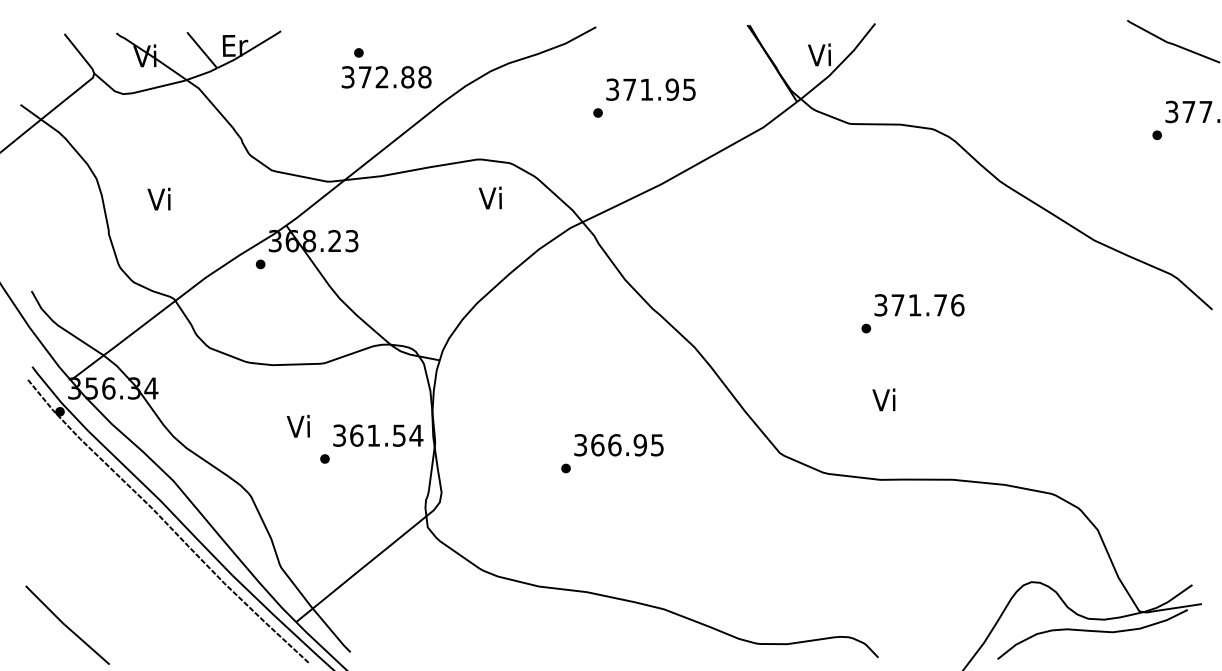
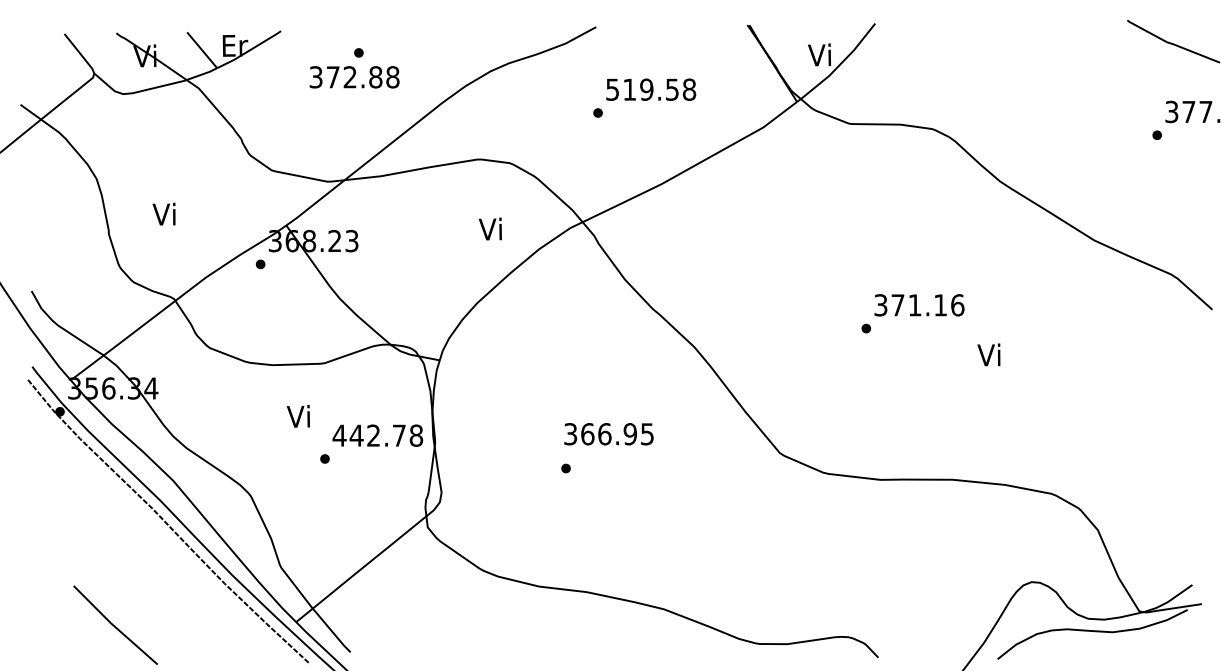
text at (386, 77) position: (386, 77) -> (354, 77)
text at (651, 89): 371.95 -> 519.58
text at (489, 197) position: (489, 197) -> (489, 228)
text at (158, 198) position: (158, 198) -> (163, 213)
text at (940, 305): 371.76 -> 371.16
text at (883, 399) position: (883, 399) -> (988, 354)
text at (297, 426) position: (297, 426) -> (297, 416)
text at (377, 435): 361.54 -> 442.78
text at (618, 445) position: (618, 445) -> (608, 434)
line at (67, 625) position: (67, 625) -> (115, 625)
